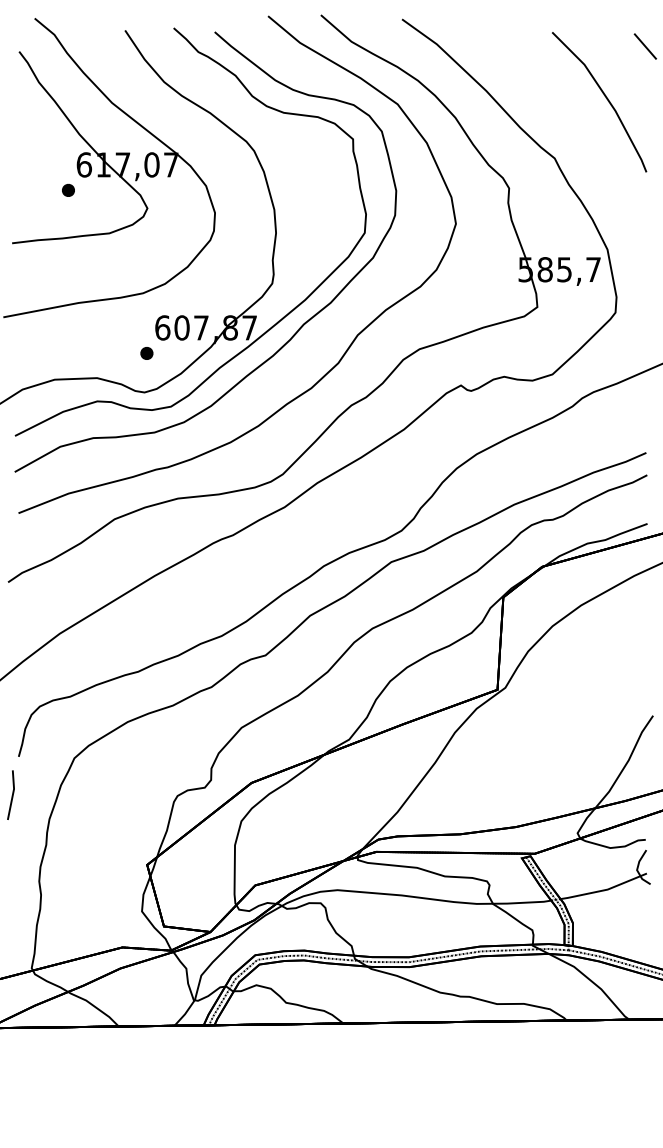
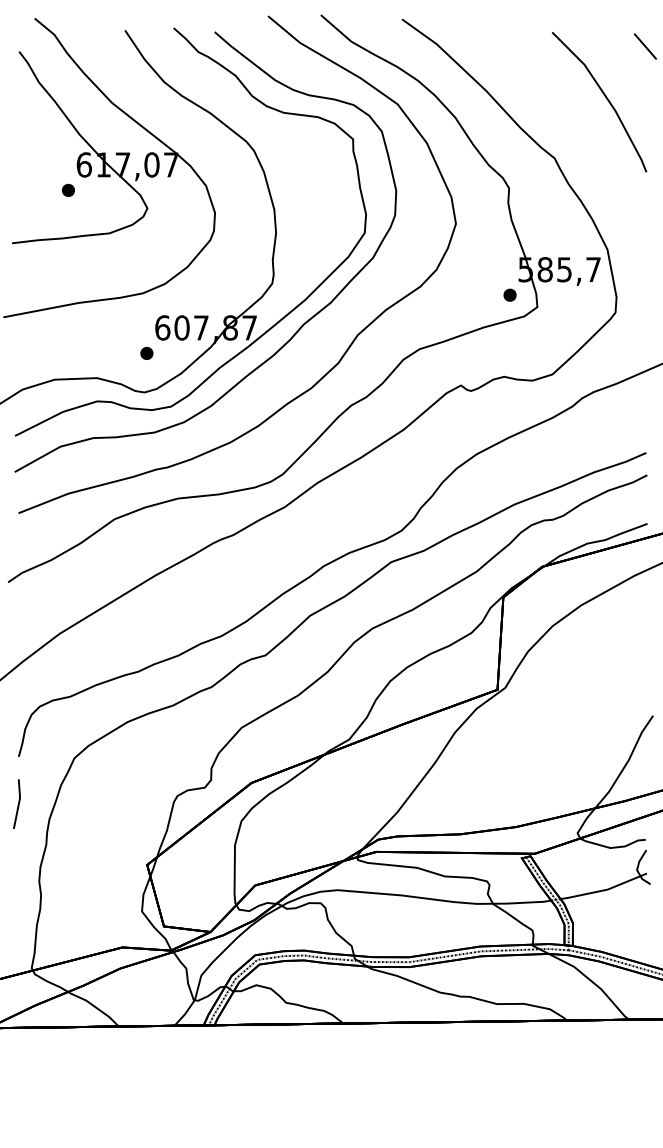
part at (509, 294): none -> present
line at (11, 795) position: (11, 795) -> (17, 804)
